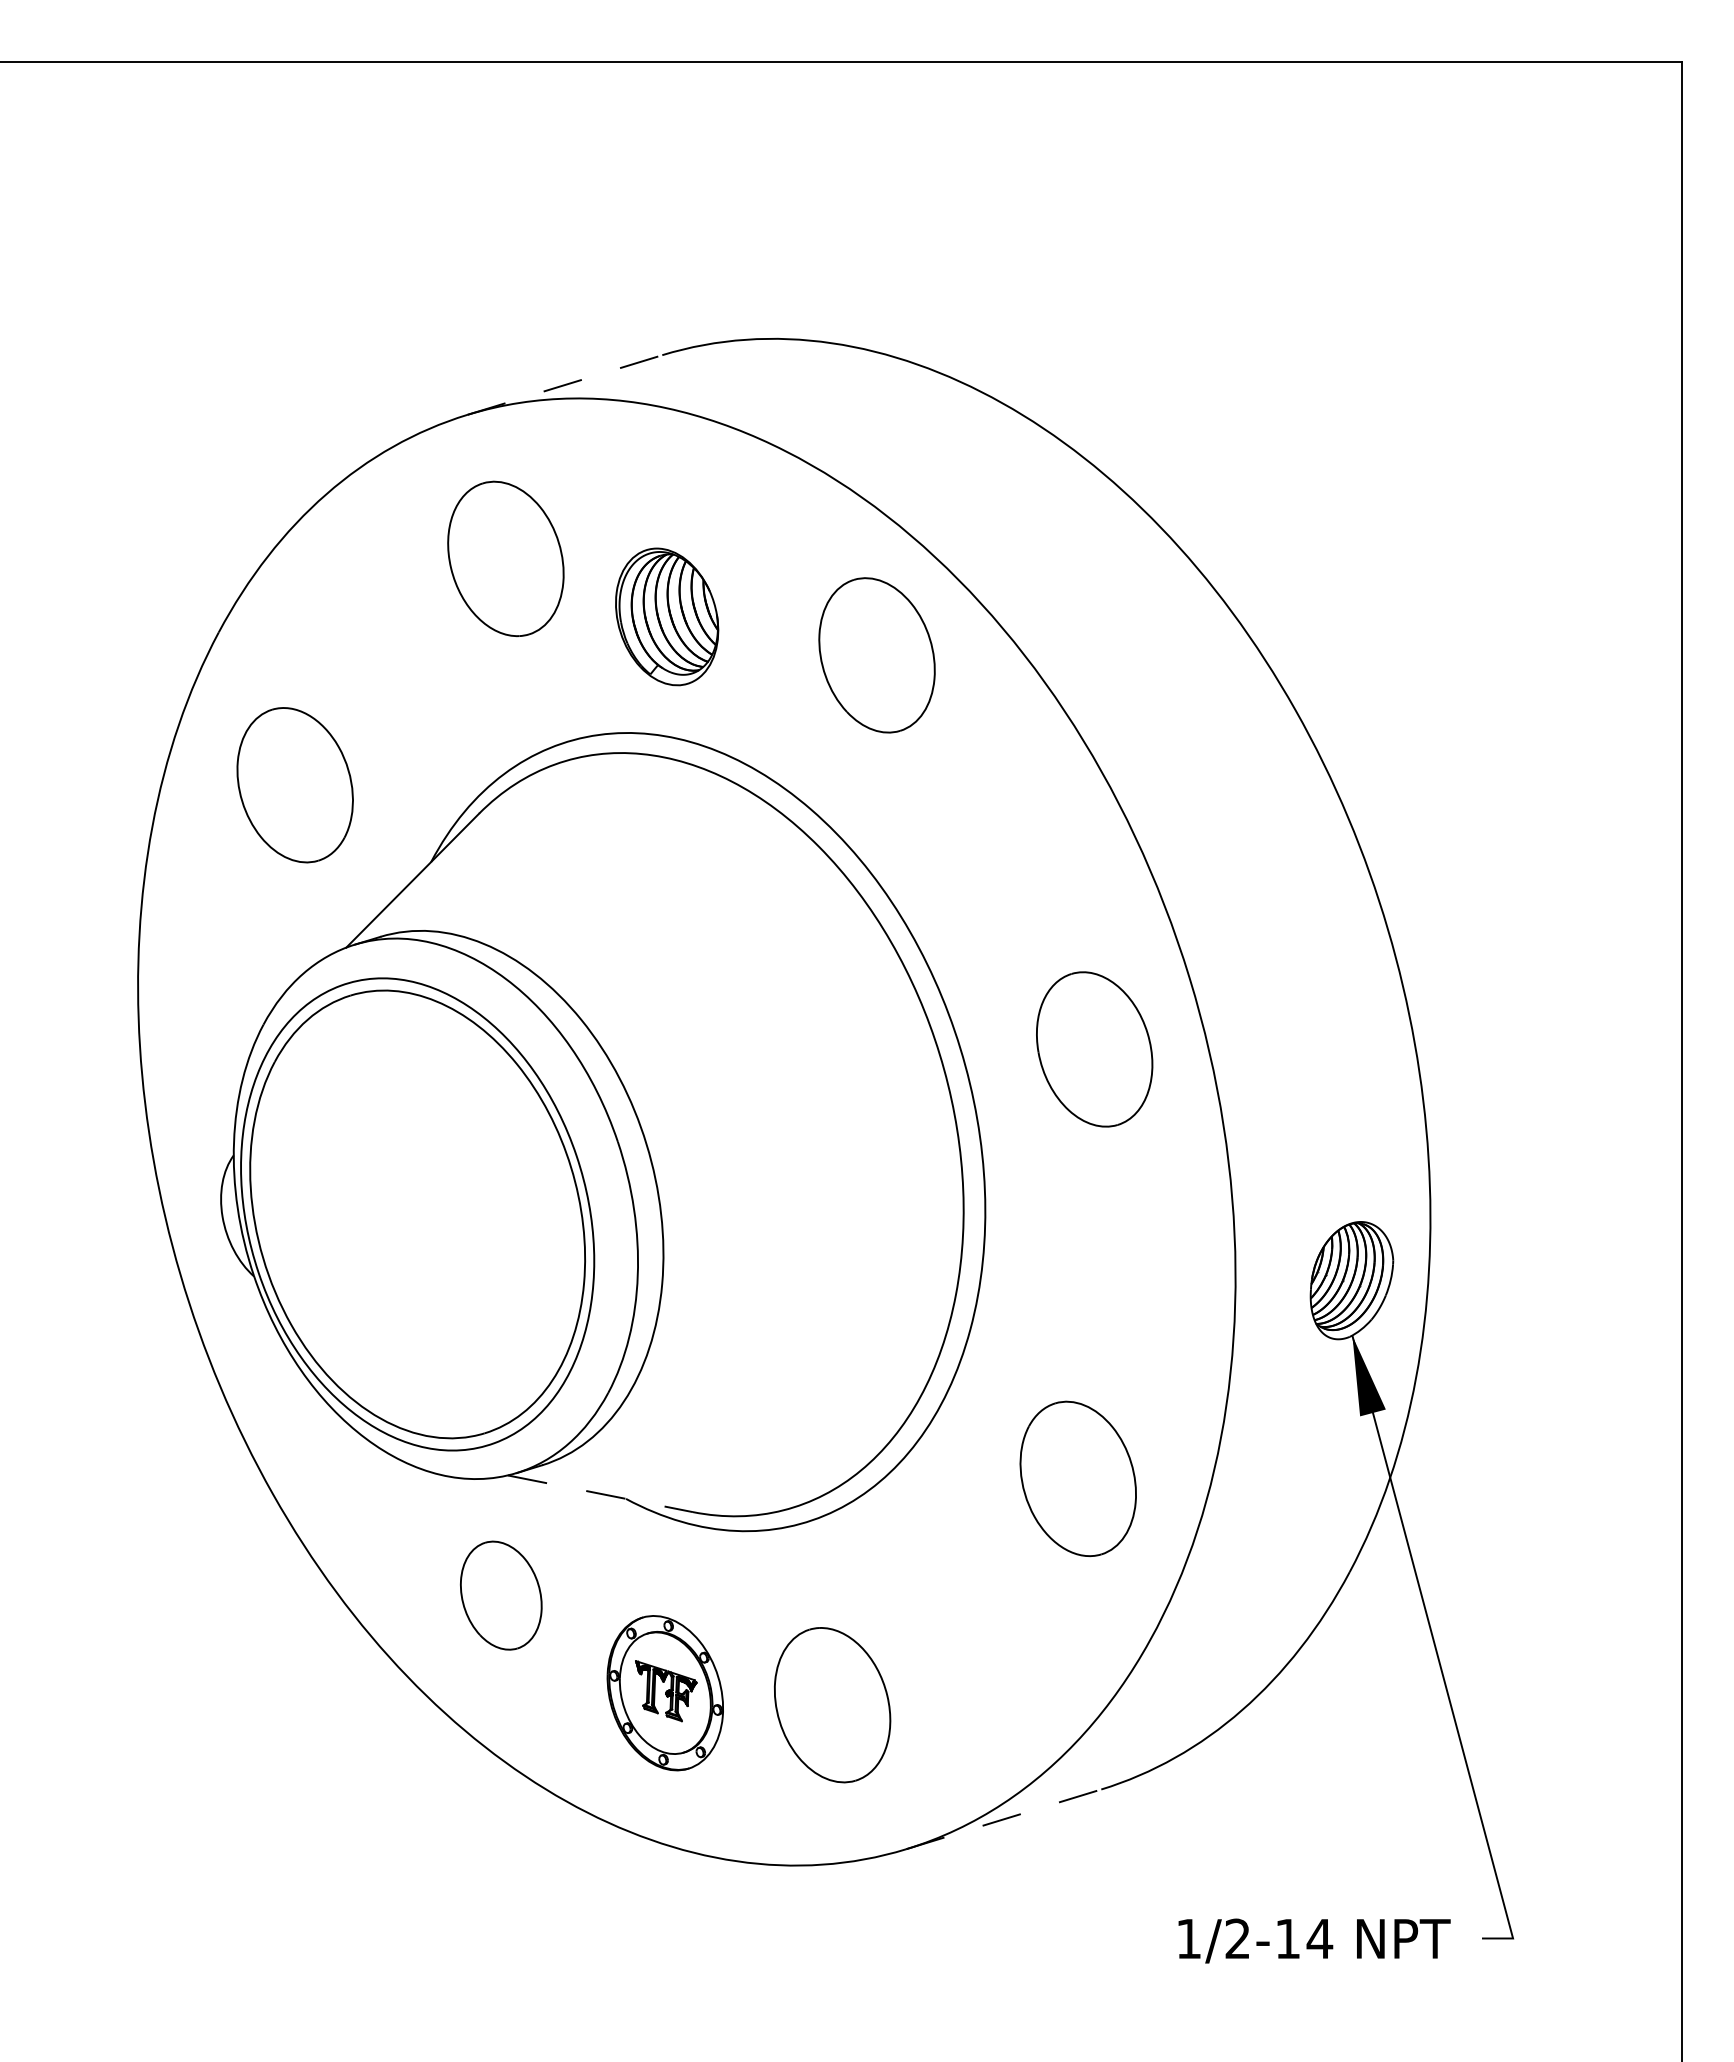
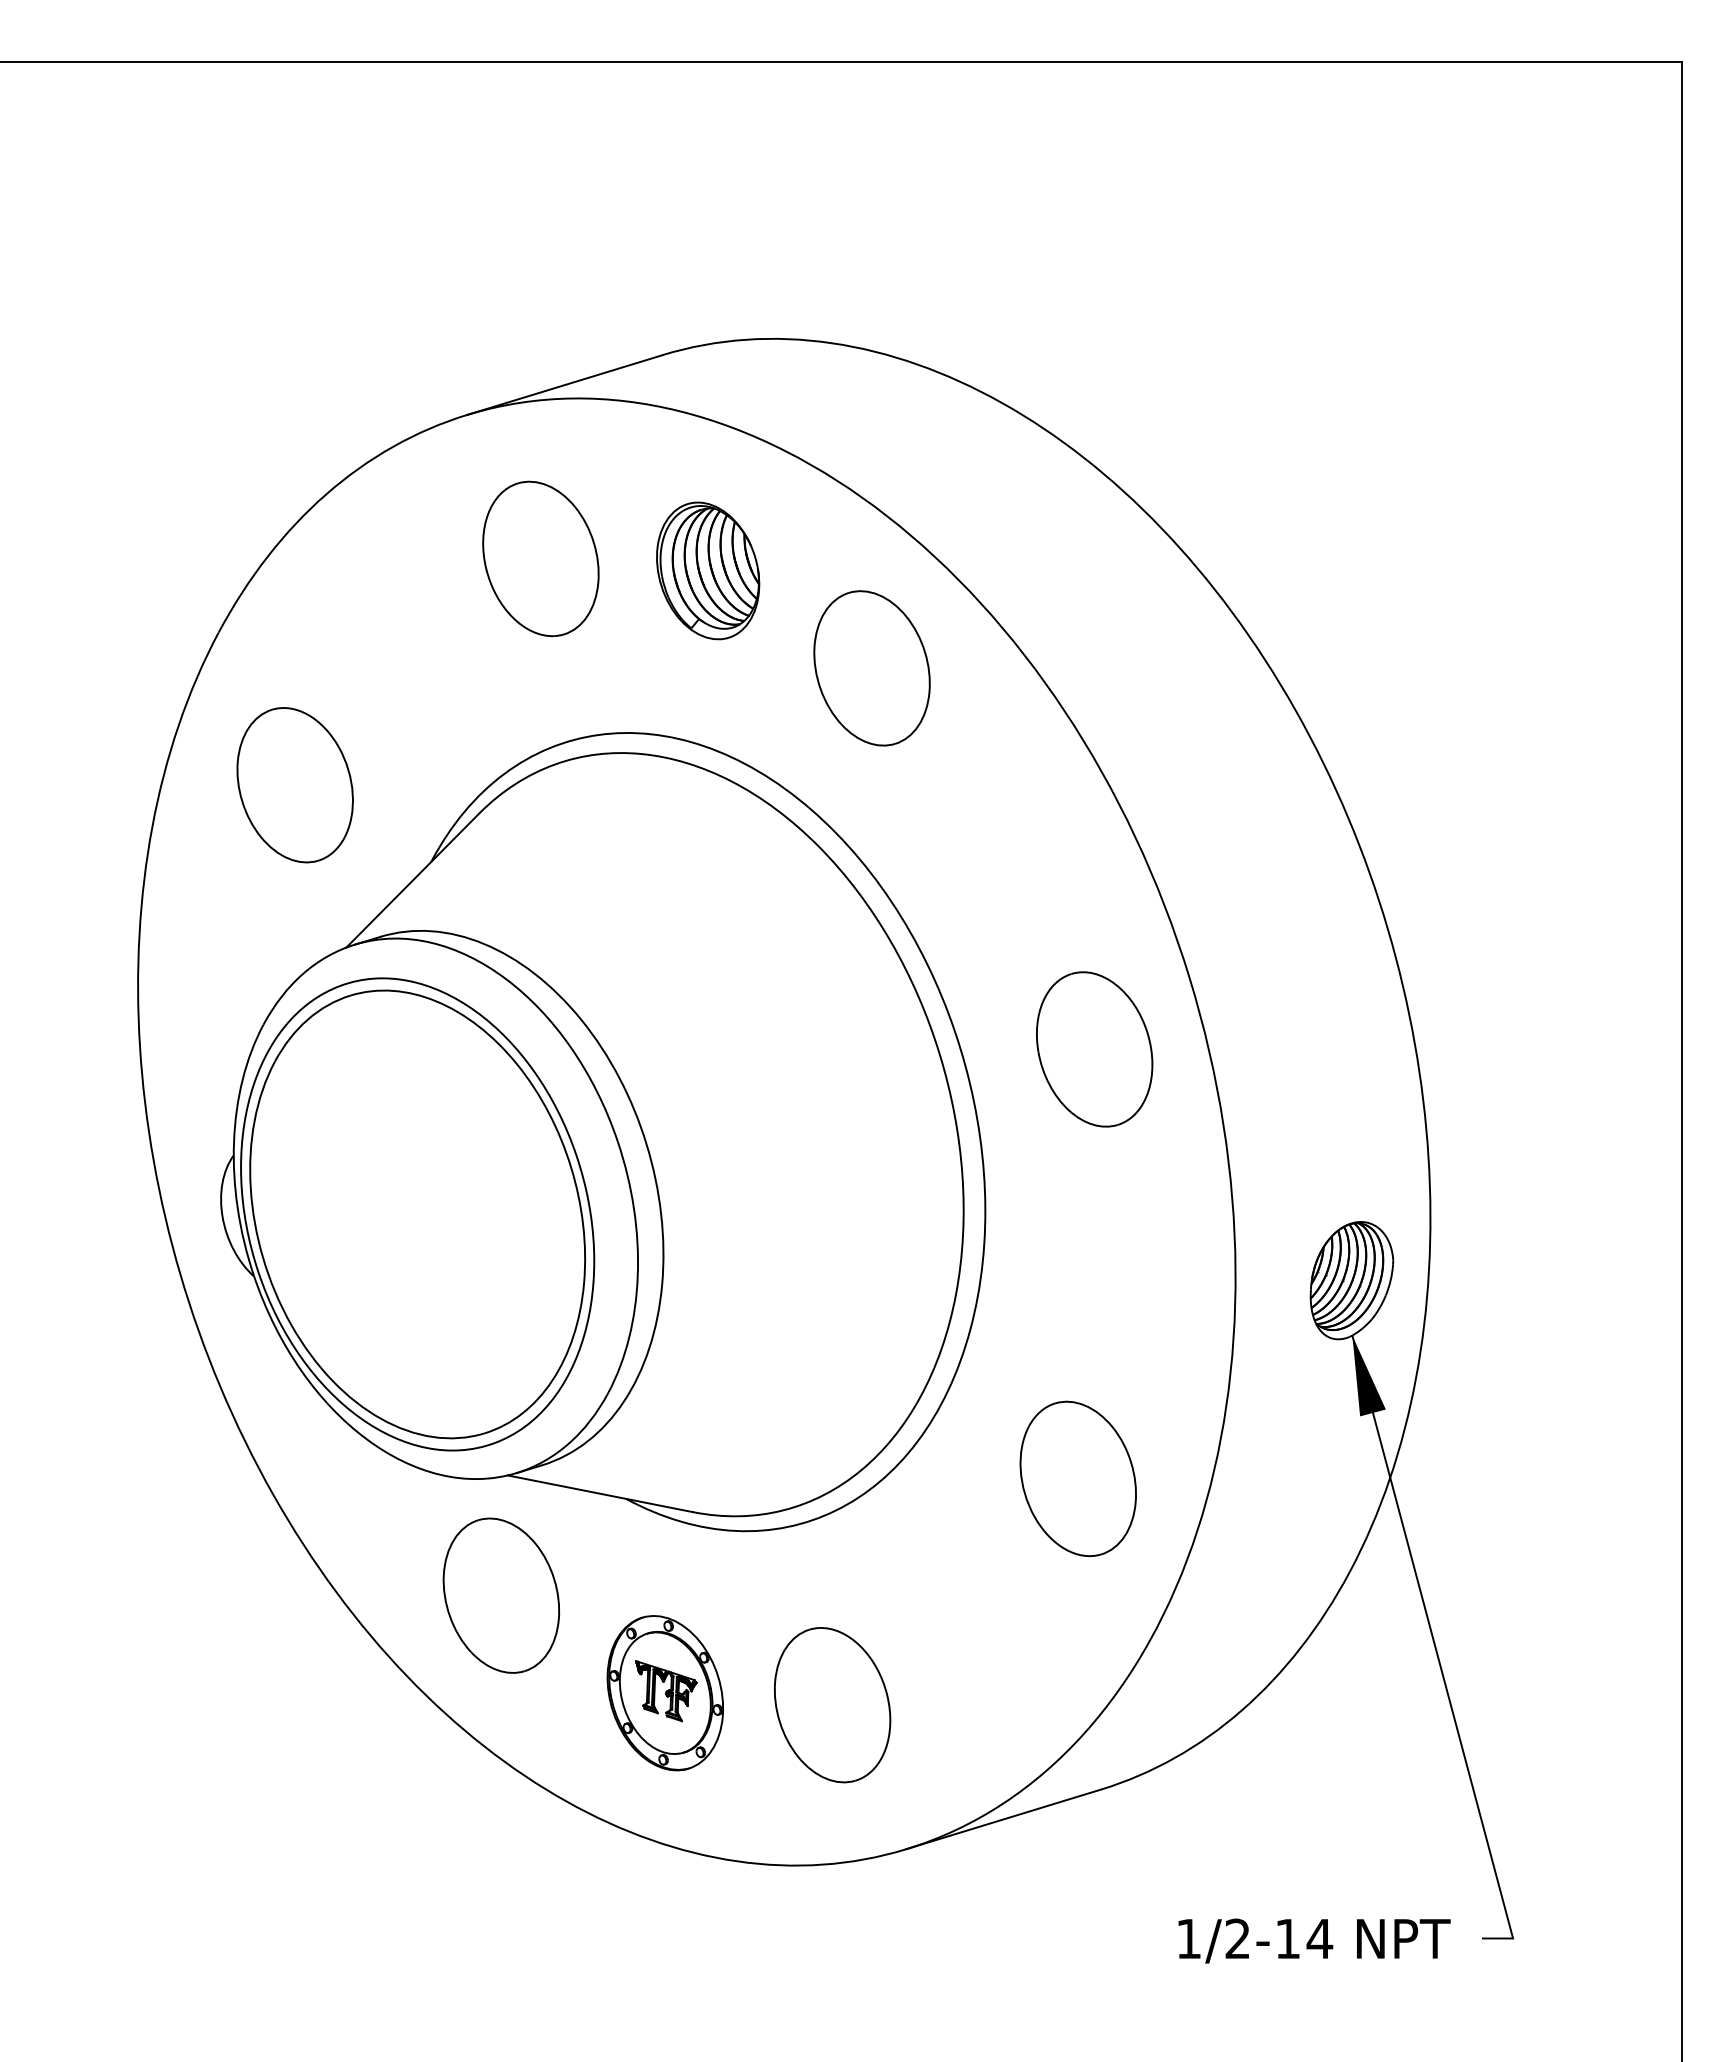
line at (564, 385): dashed -> solid
part at (505, 558) position: (505, 558) -> (540, 558)
part at (667, 616) position: (667, 616) -> (708, 570)
part at (876, 655) position: (876, 655) -> (871, 668)
line at (600, 1493): dashed -> solid
part at (501, 1595) size: 83x111 px -> 118x157 px
line at (1003, 1819): dashed -> solid
